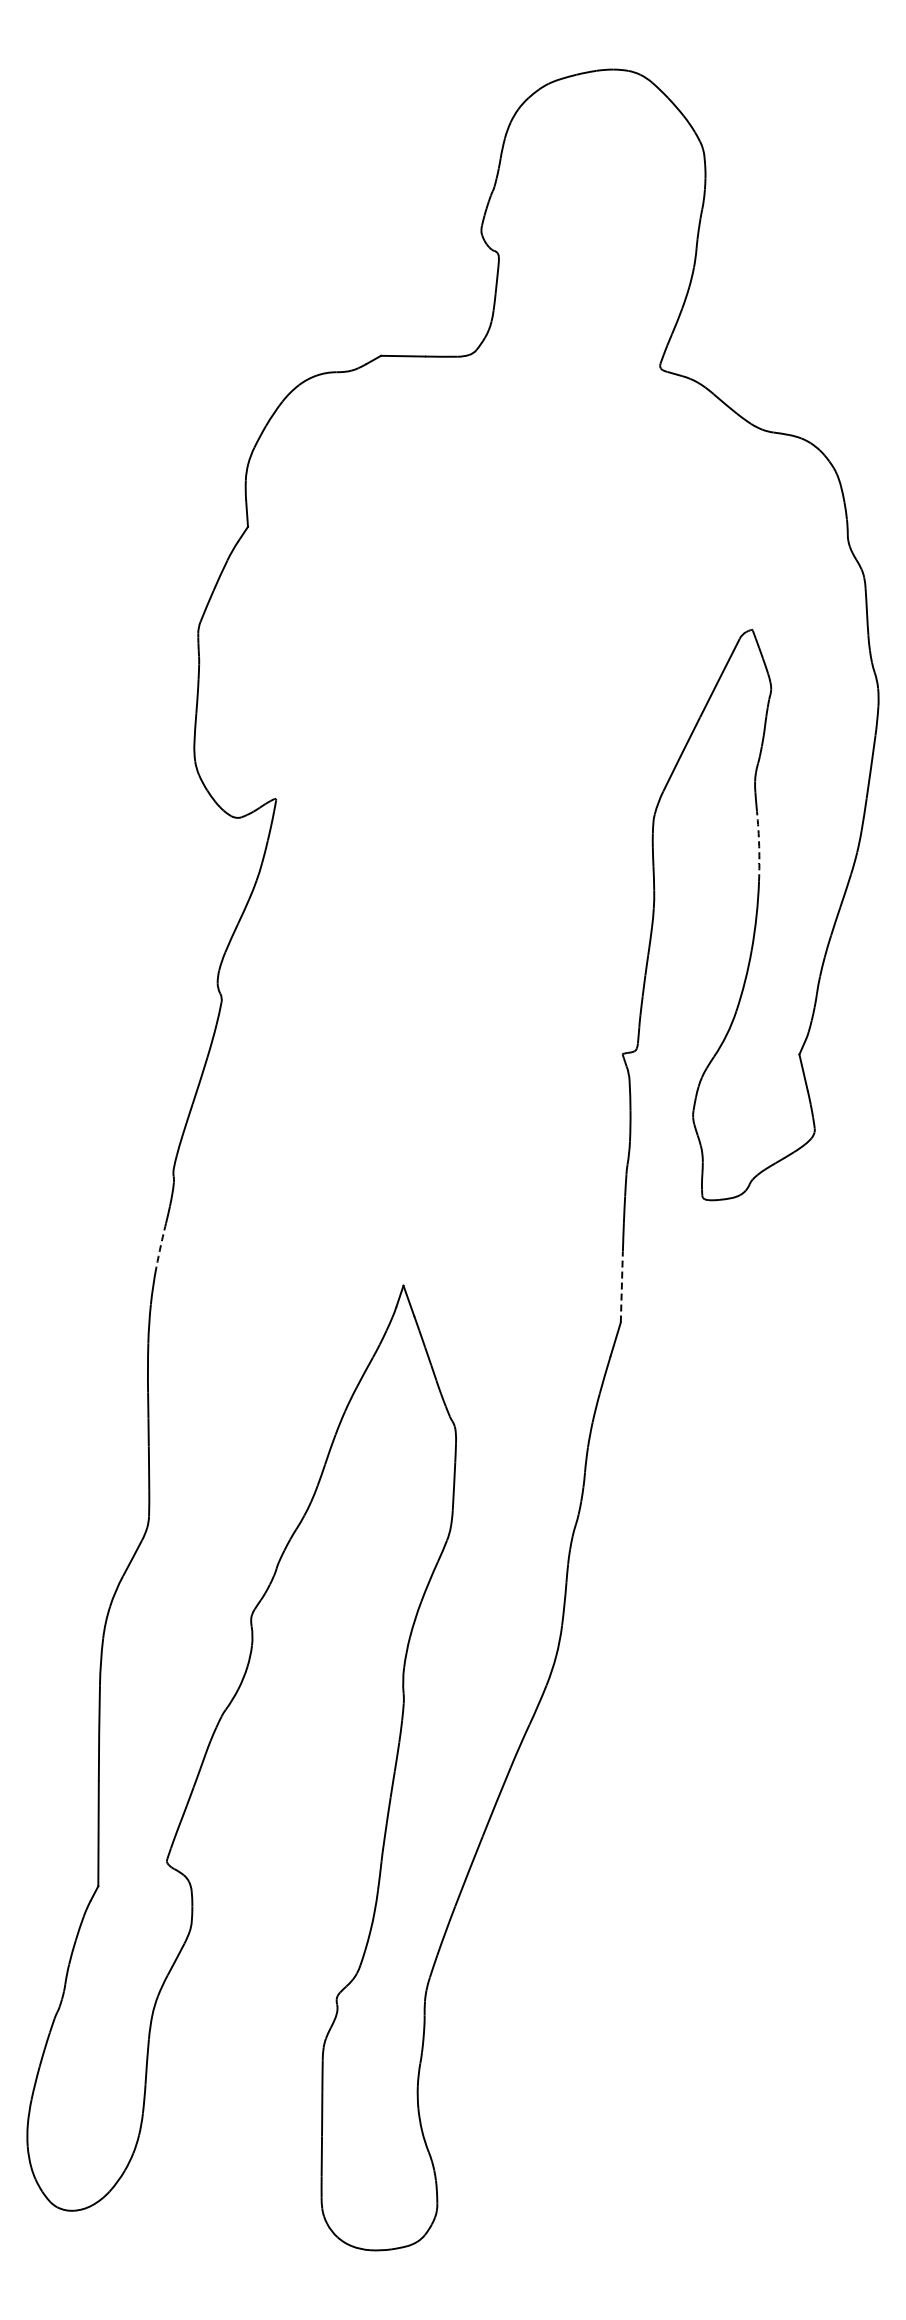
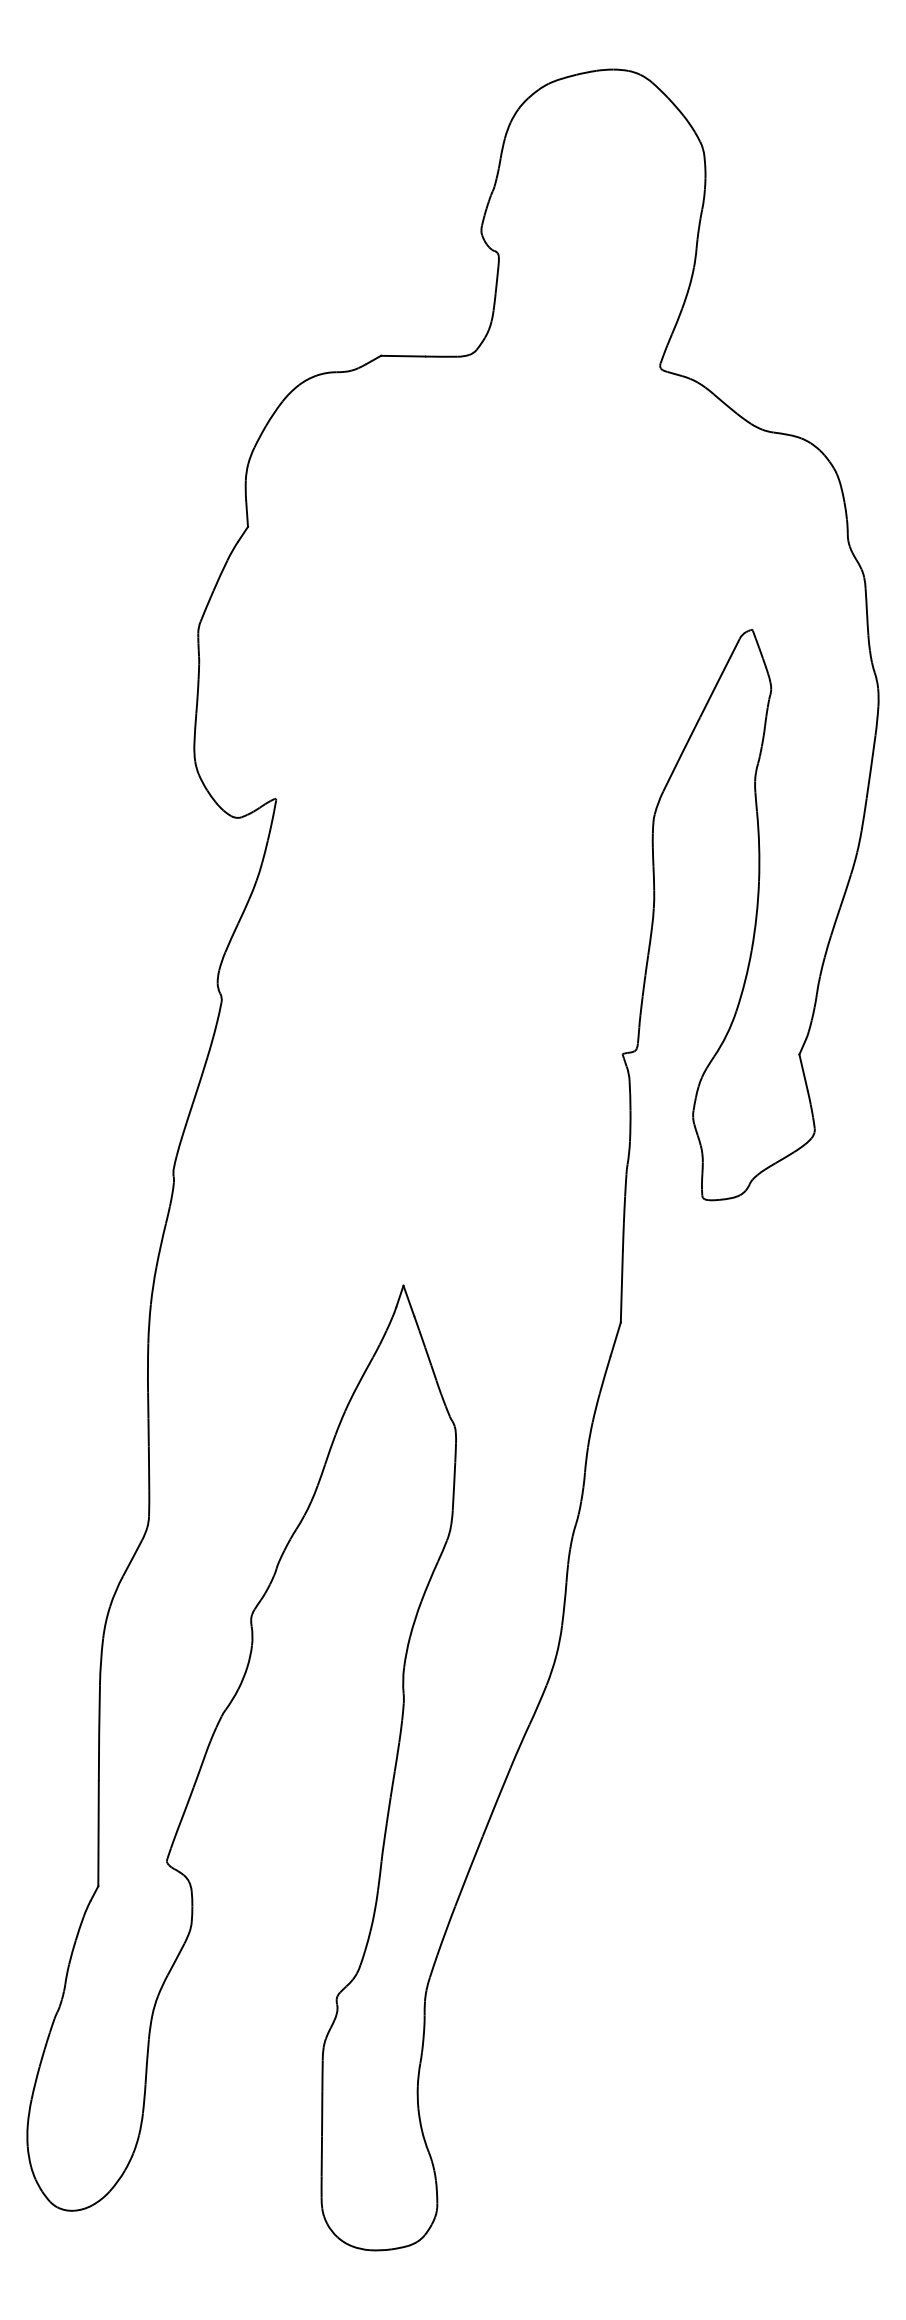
arc at (759, 846): dashed -> solid
arc at (160, 1245): dashed -> solid
line at (621, 1287): dashed -> solid
